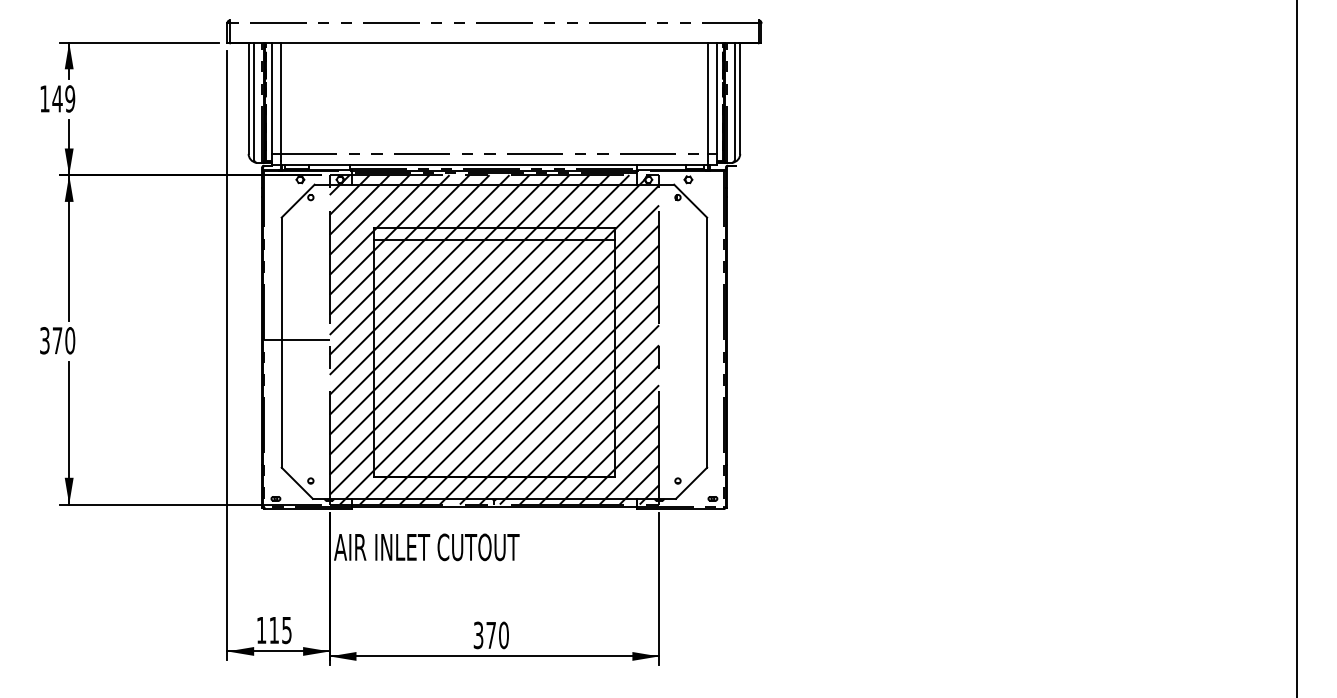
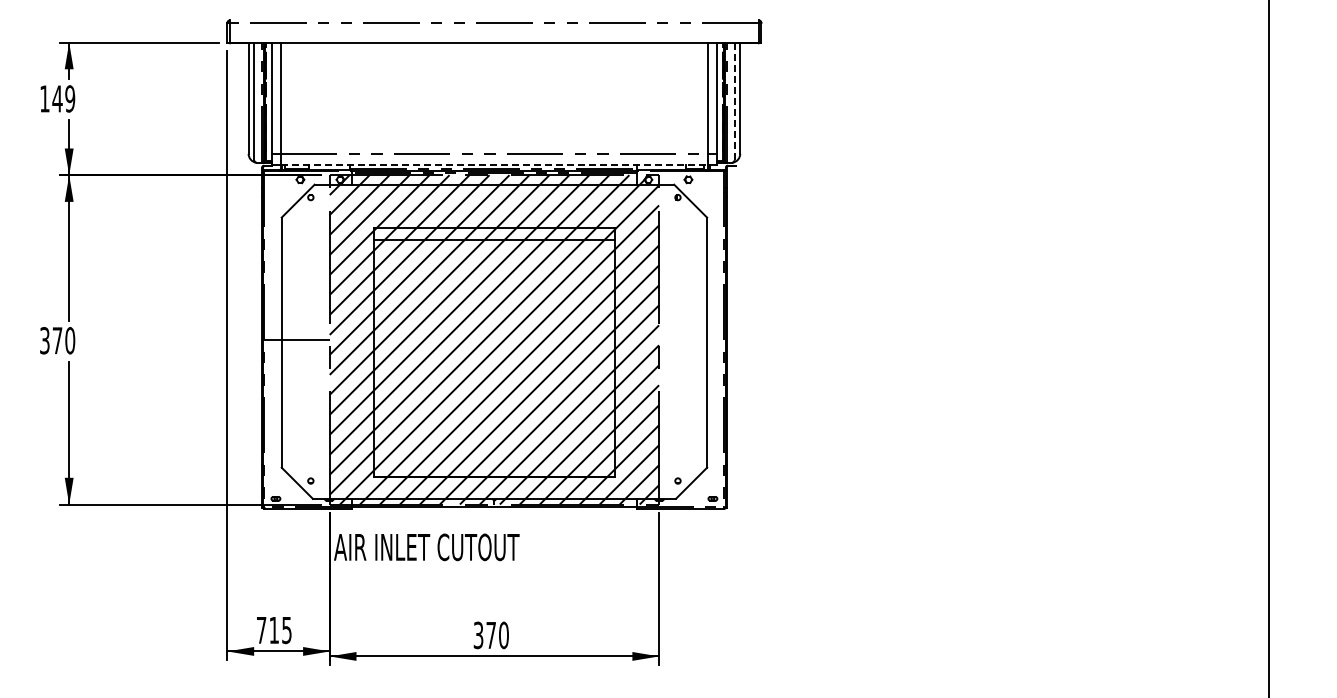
line at (734, 101): solid -> dashed
line at (494, 164): solid -> dashed
line at (1296, 348) position: (1296, 348) -> (1268, 348)
text at (261, 630): 115 -> 715
